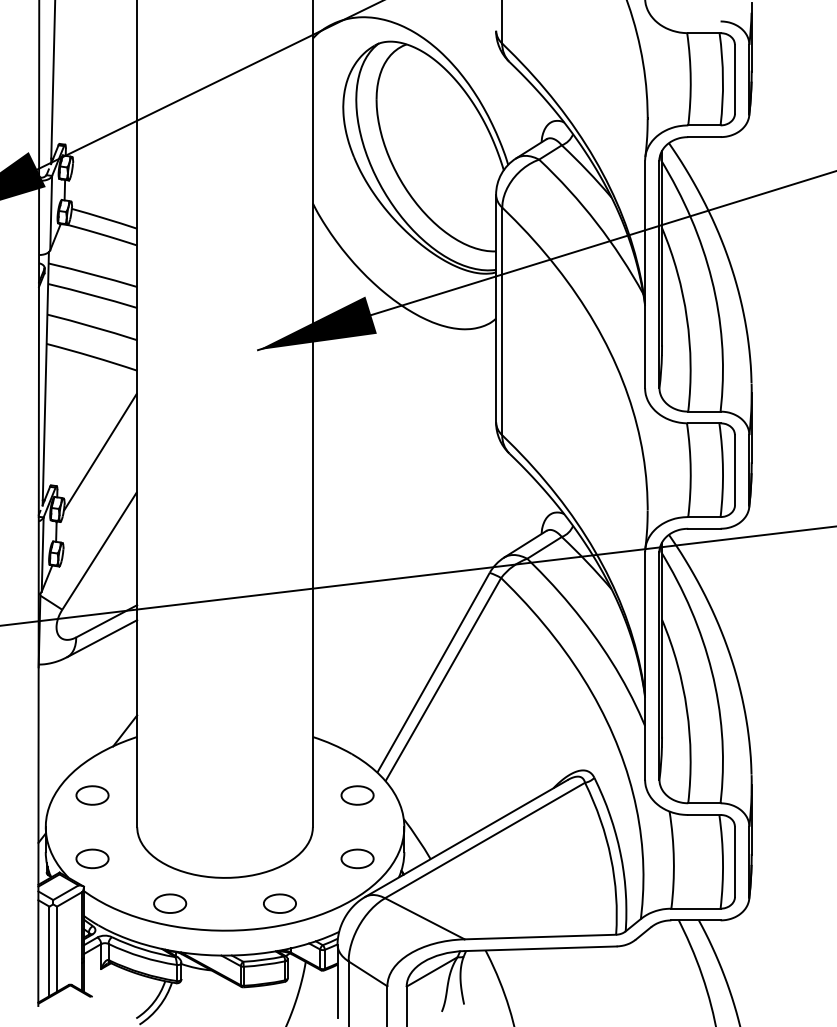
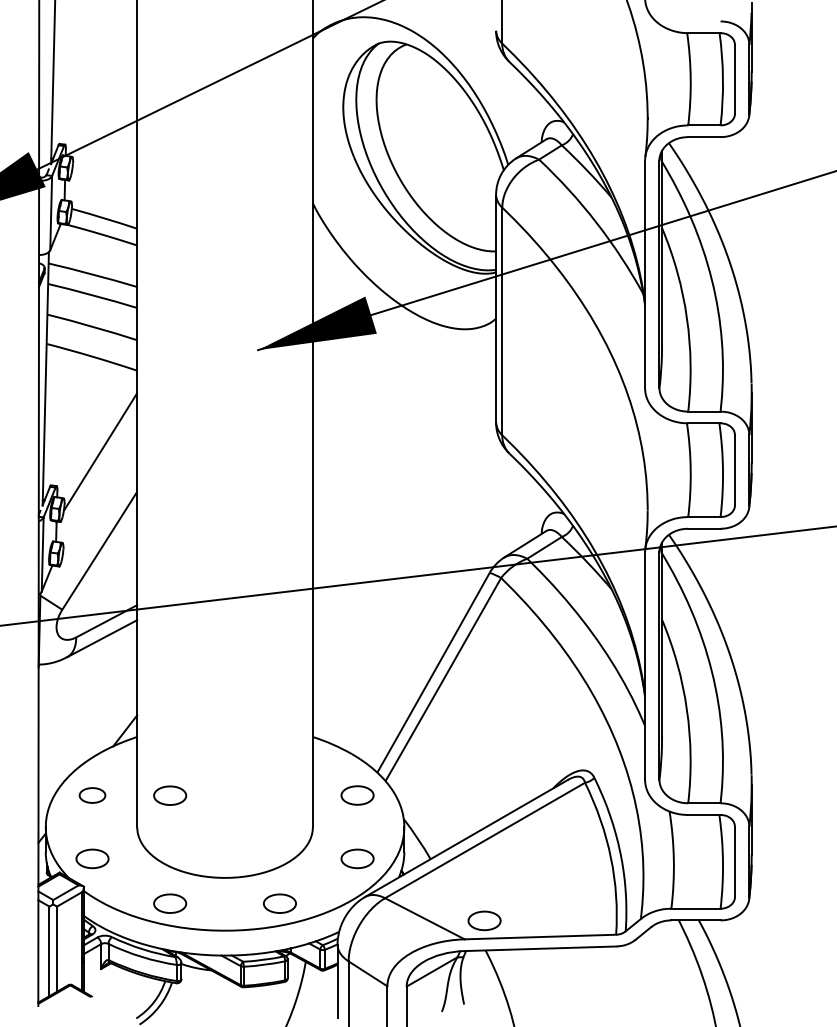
part at (92, 795) size: 35x21 px -> 29x17 px
part at (170, 795): none -> present
part at (484, 920): none -> present
